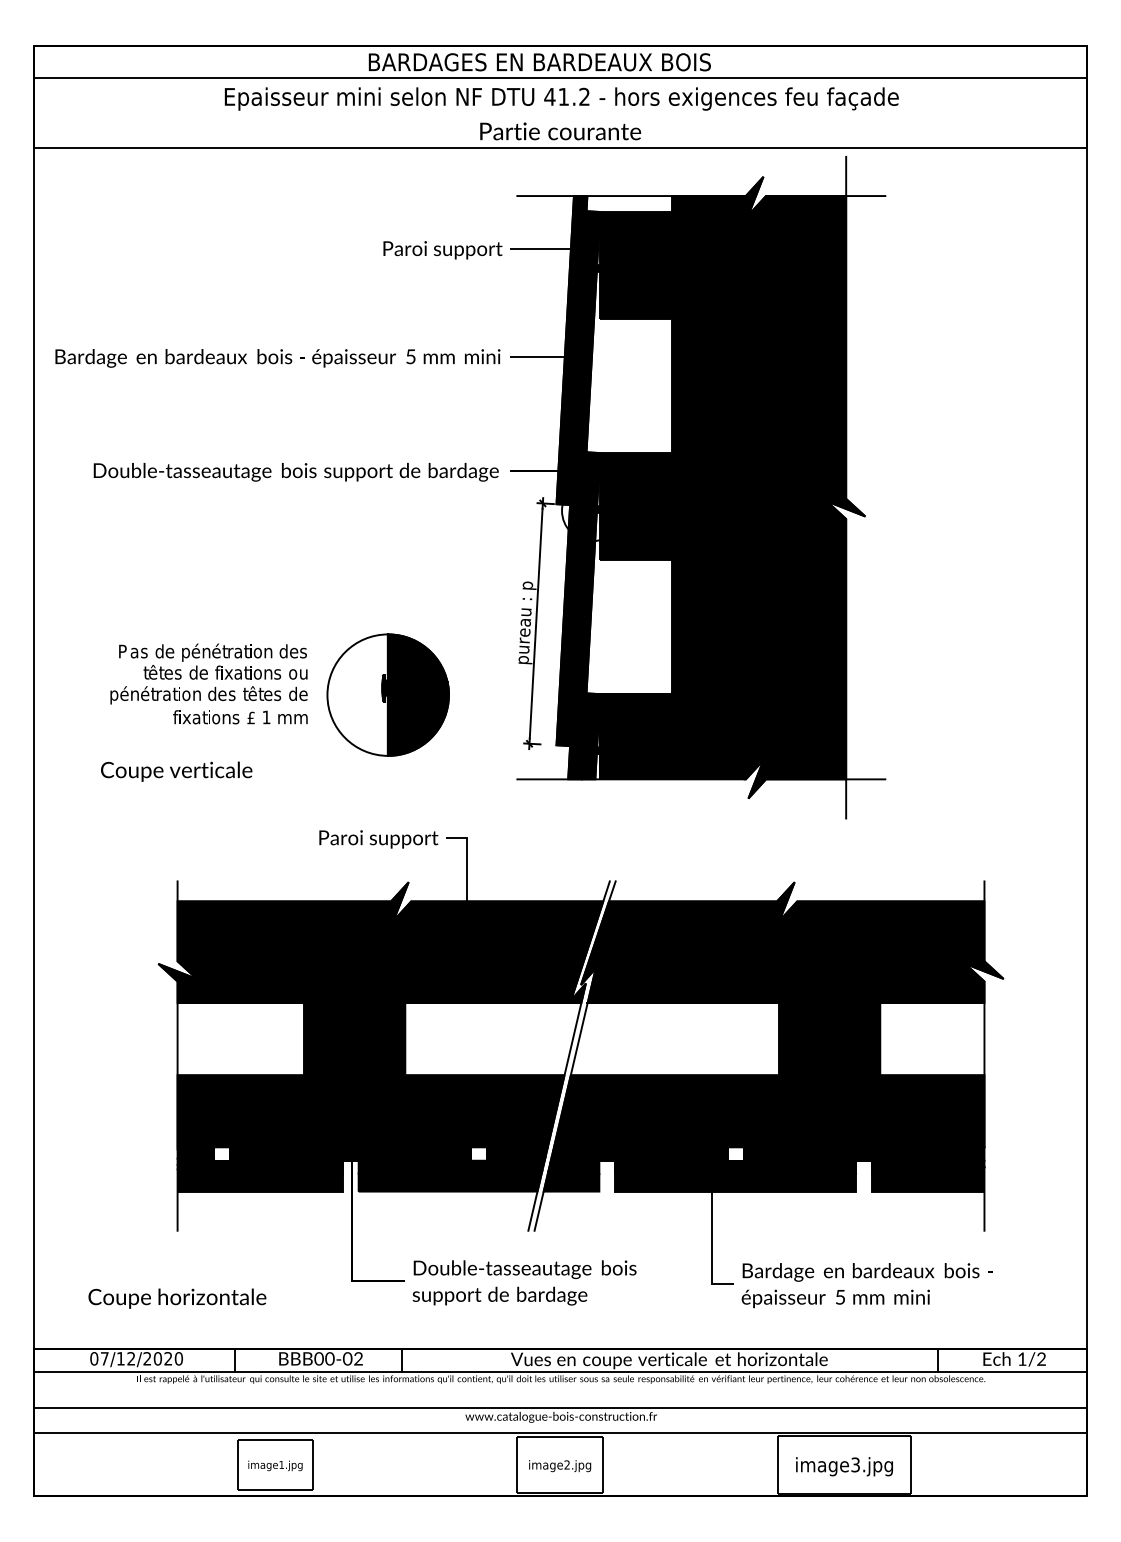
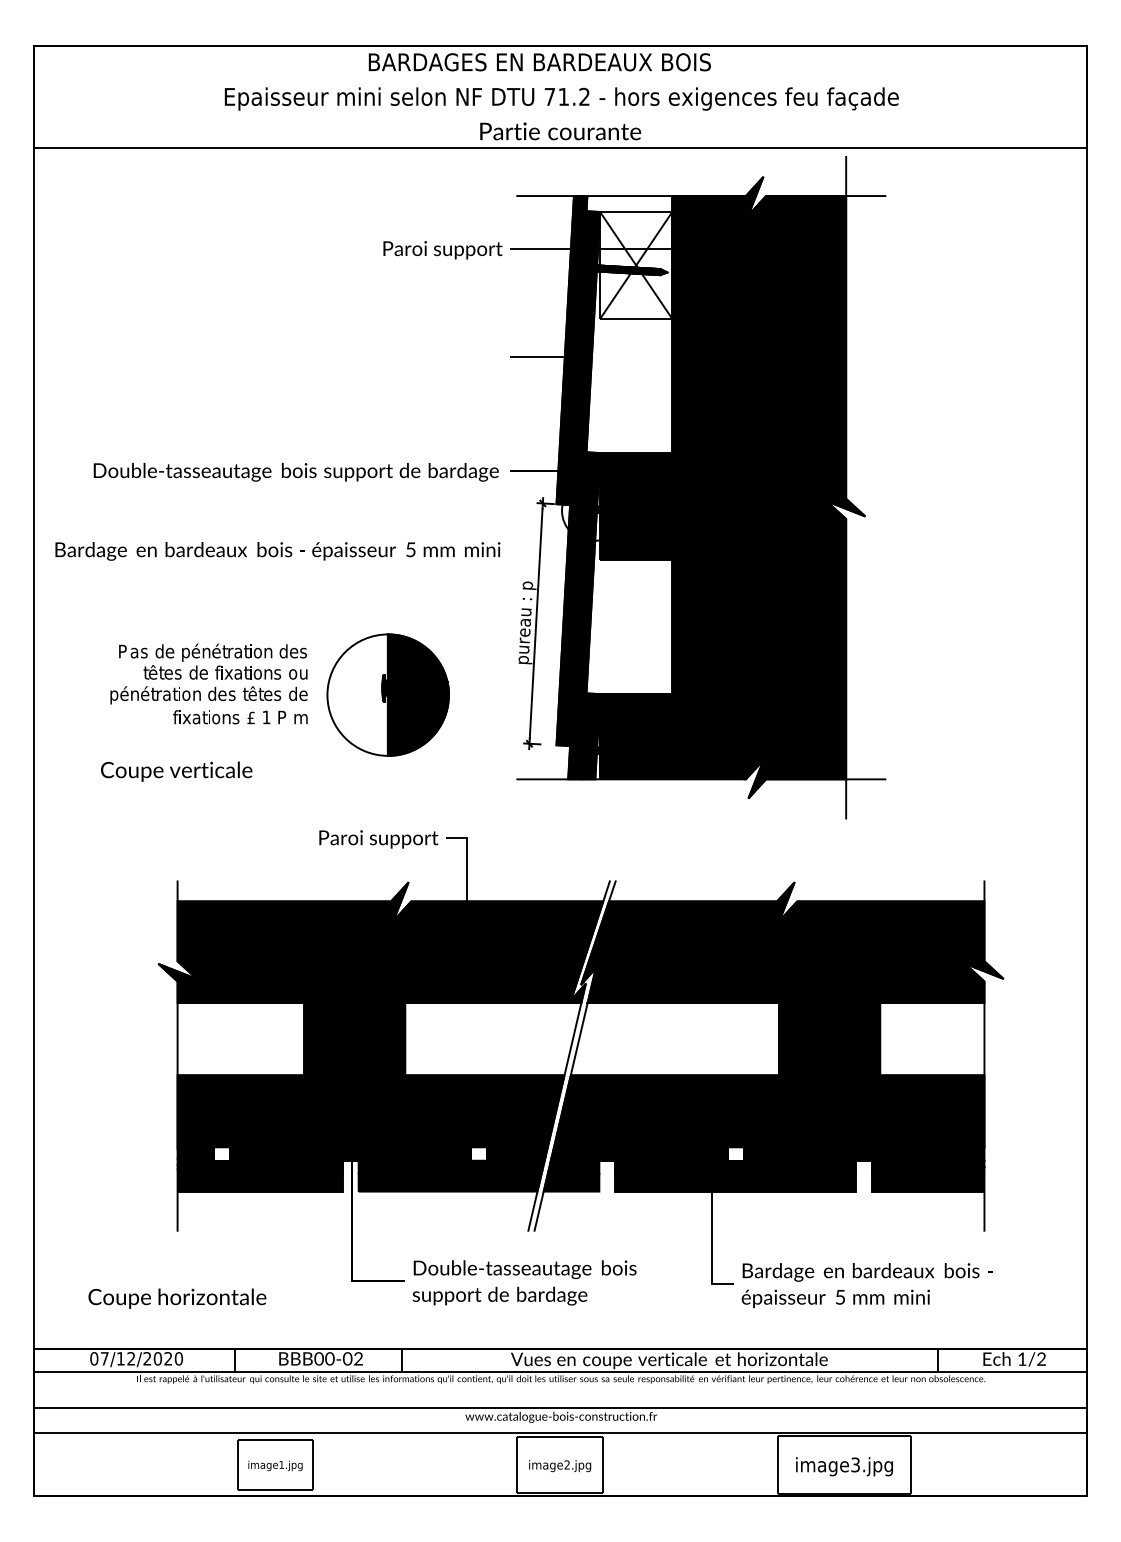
line at (560, 78): present -> none
text at (549, 96): 41.2 -> 71.2
fill at (636, 265): present -> none
text at (277, 358) position: (277, 358) -> (277, 551)
text at (284, 717): m -> P
